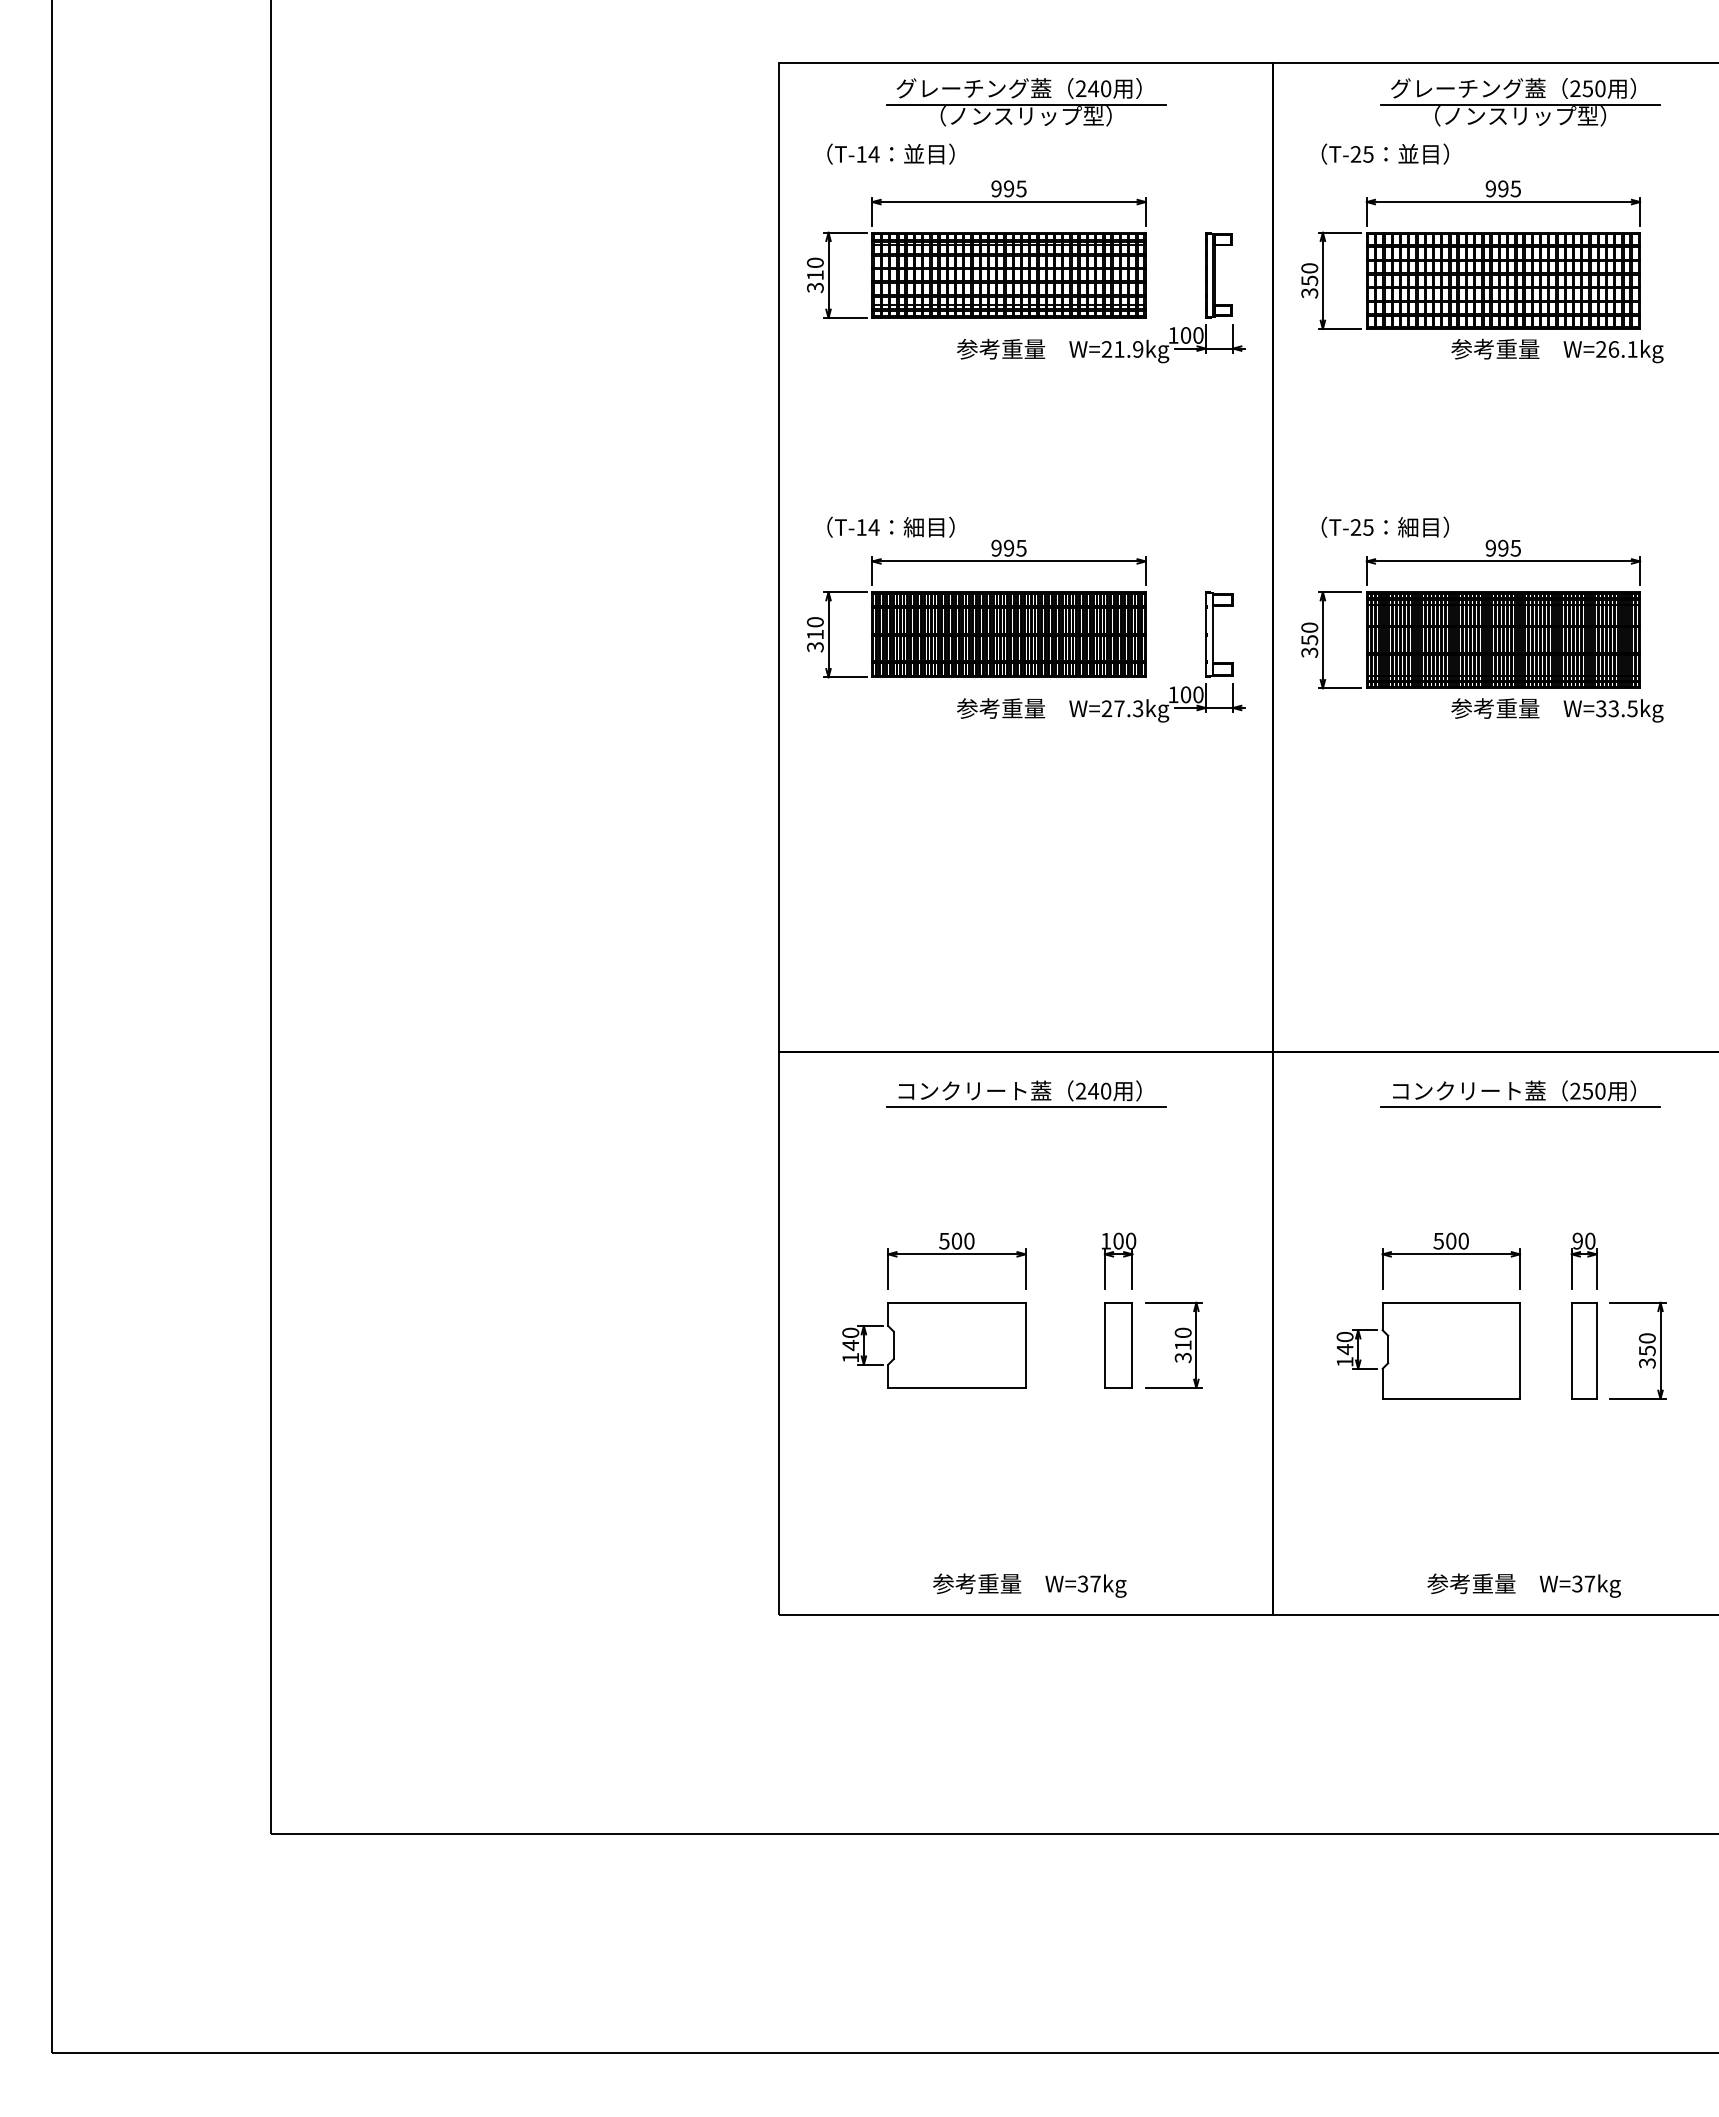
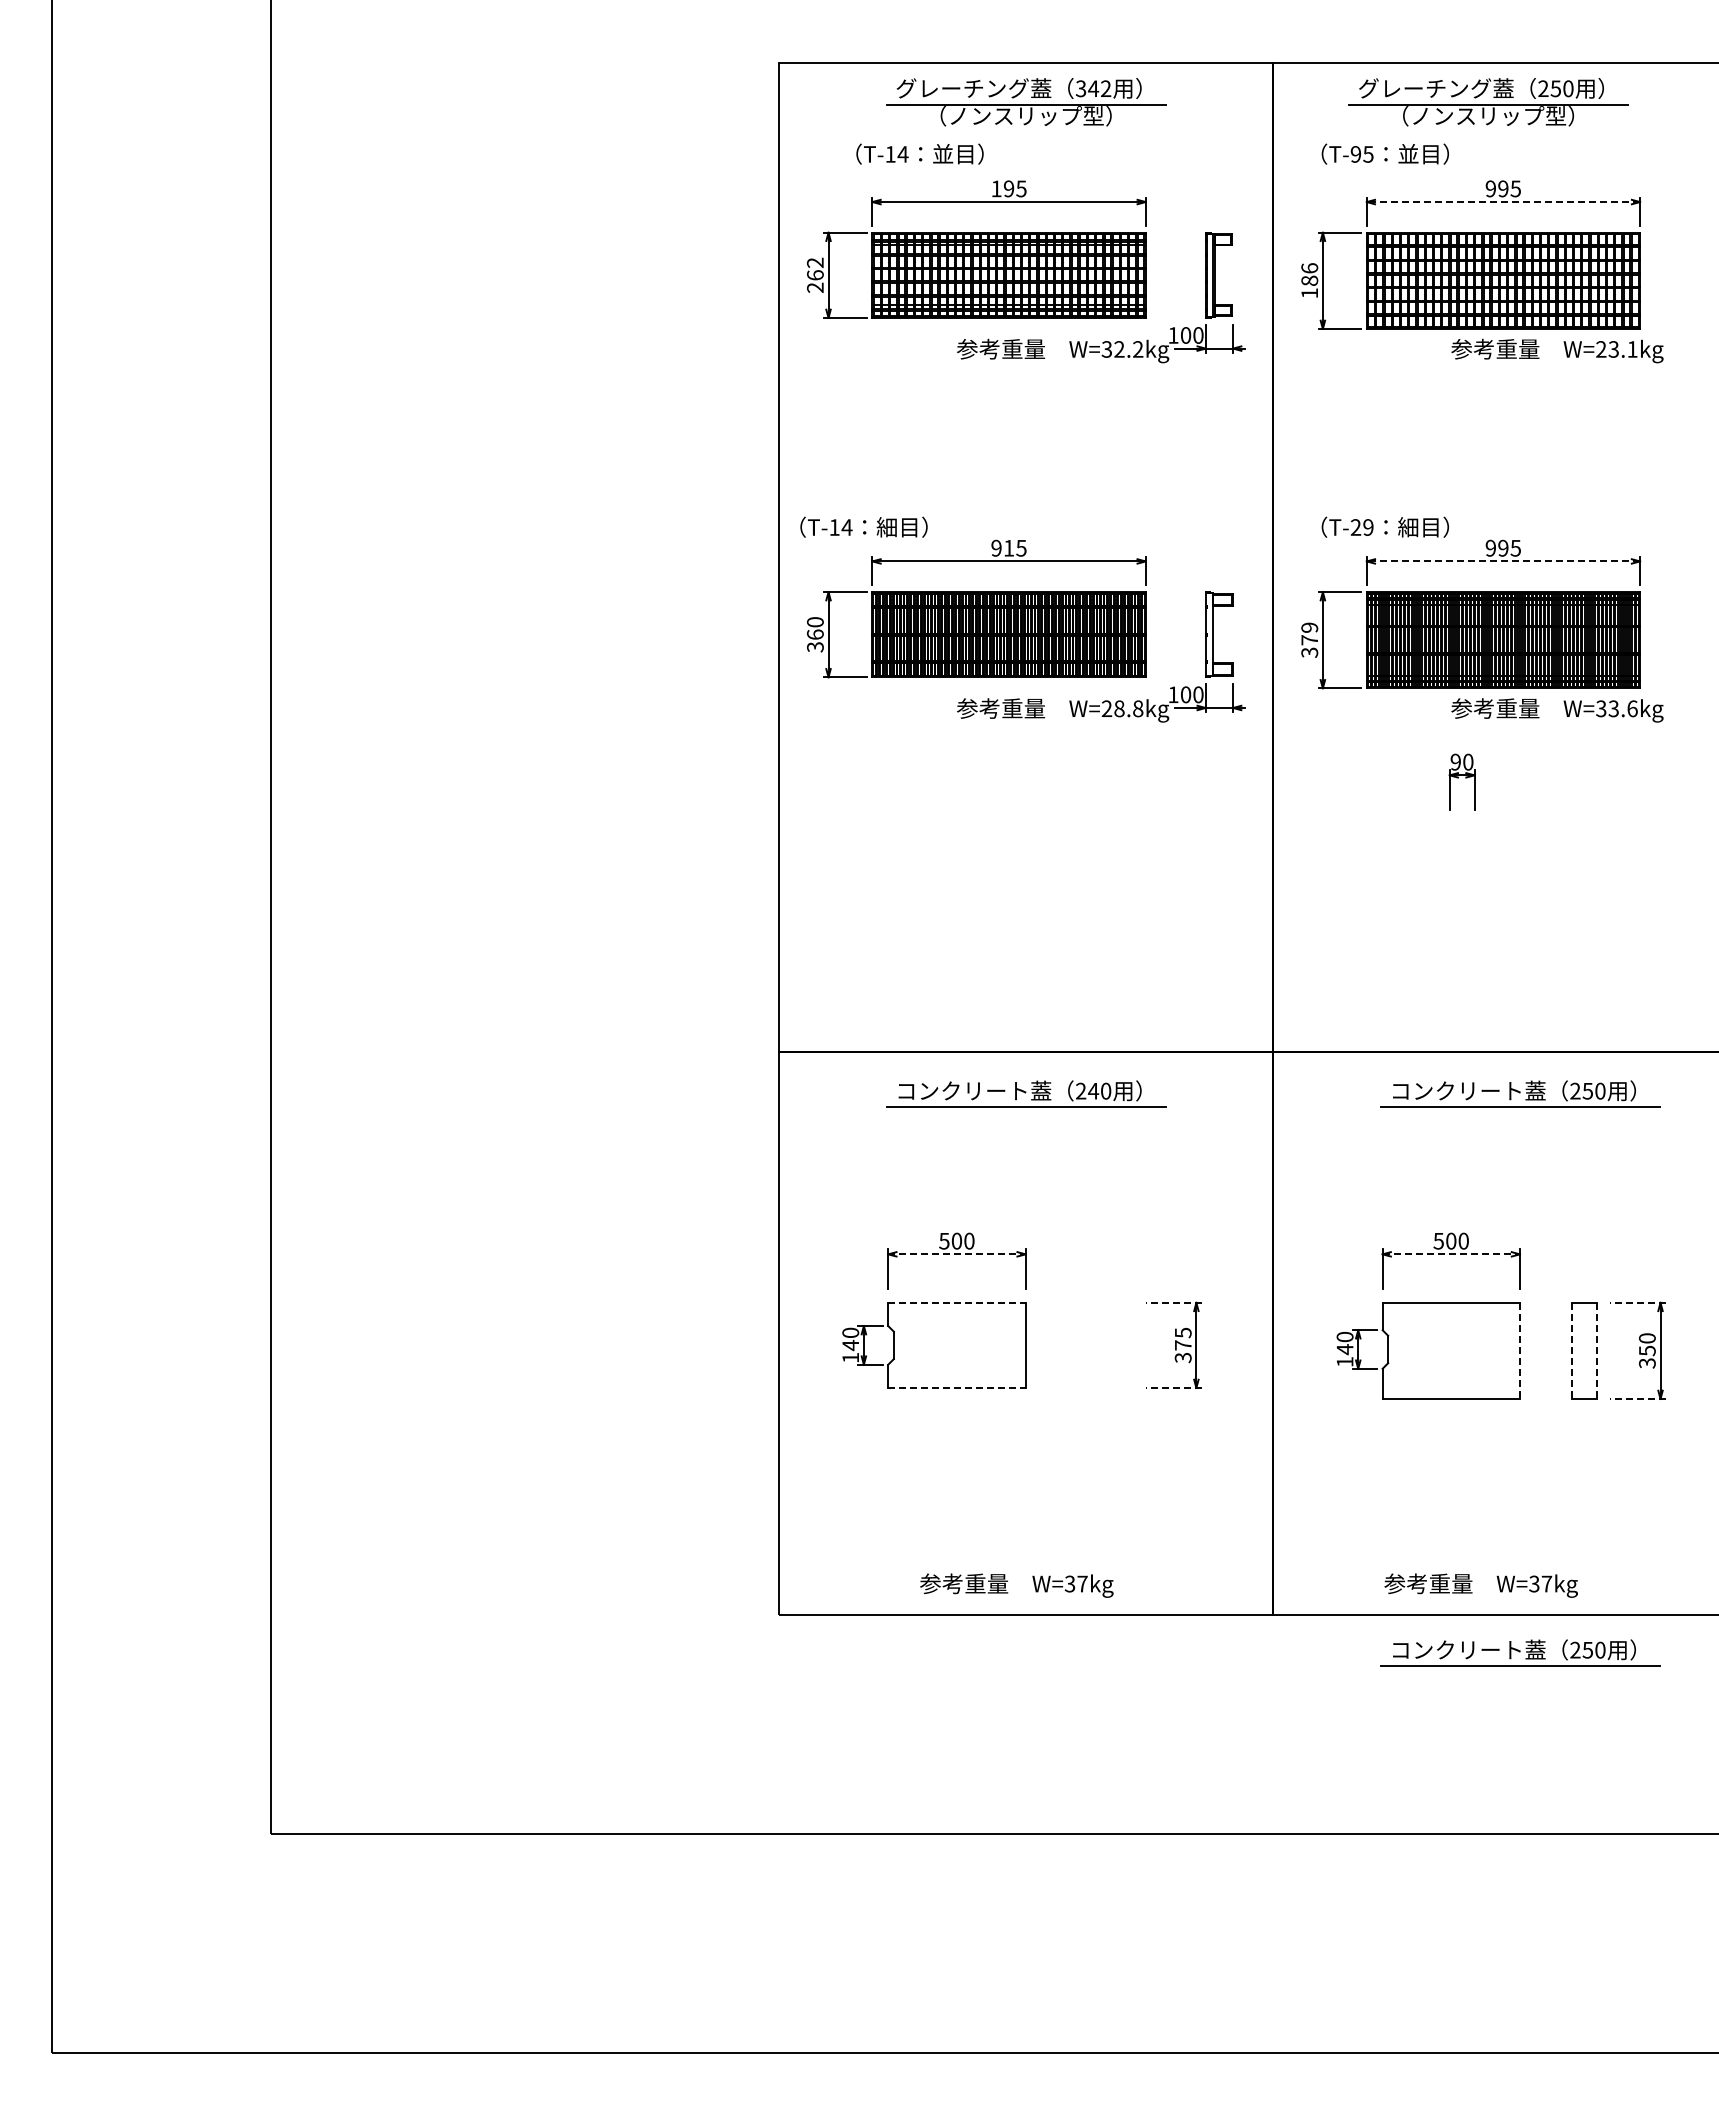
text at (1093, 88): 240 -> 342
part at (1520, 102) position: (1520, 102) -> (1488, 102)
text at (890, 153) position: (890, 153) -> (919, 153)
text at (1355, 154): T-25 -> T-95
text at (996, 188): 995 -> 195
line at (1503, 202): solid -> dashed
text at (815, 275): 310 -> 262
text at (1309, 280): 350 -> 186
text at (1122, 349): W=21.9kg -> W=32.2kg
text at (1613, 349): W=26.1kg -> W=23.1kg
text at (890, 526) position: (890, 526) -> (863, 526)
text at (1368, 527): T-25 -> T-29
text at (1008, 547): 995 -> 915
line at (1503, 561): solid -> dashed
text at (1309, 633): 350 -> 379
text at (815, 634): 310 -> 360
text at (1128, 708): W=27.3kg -> W=28.8kg
text at (1632, 708): W=33.5kg -> W=33.6kg
line at (956, 1254): solid -> dashed
line at (1451, 1254): solid -> dashed
part at (1119, 1260): present -> none
part at (1583, 1260) position: (1583, 1260) -> (1461, 781)
line at (956, 1302): solid -> dashed
line at (1173, 1302): solid -> dashed
line at (1638, 1302): solid -> dashed
text at (1182, 1338): 310 -> 375
part at (1118, 1345): present -> none
line at (1519, 1351): solid -> dashed
line at (1571, 1351): solid -> dashed
line at (1596, 1351): solid -> dashed
line at (956, 1387): solid -> dashed
line at (1173, 1387): solid -> dashed
line at (1638, 1398): solid -> dashed
text at (1029, 1585) position: (1029, 1585) -> (1016, 1585)
text at (1523, 1585) position: (1523, 1585) -> (1480, 1585)
part at (1520, 1652): none -> present
